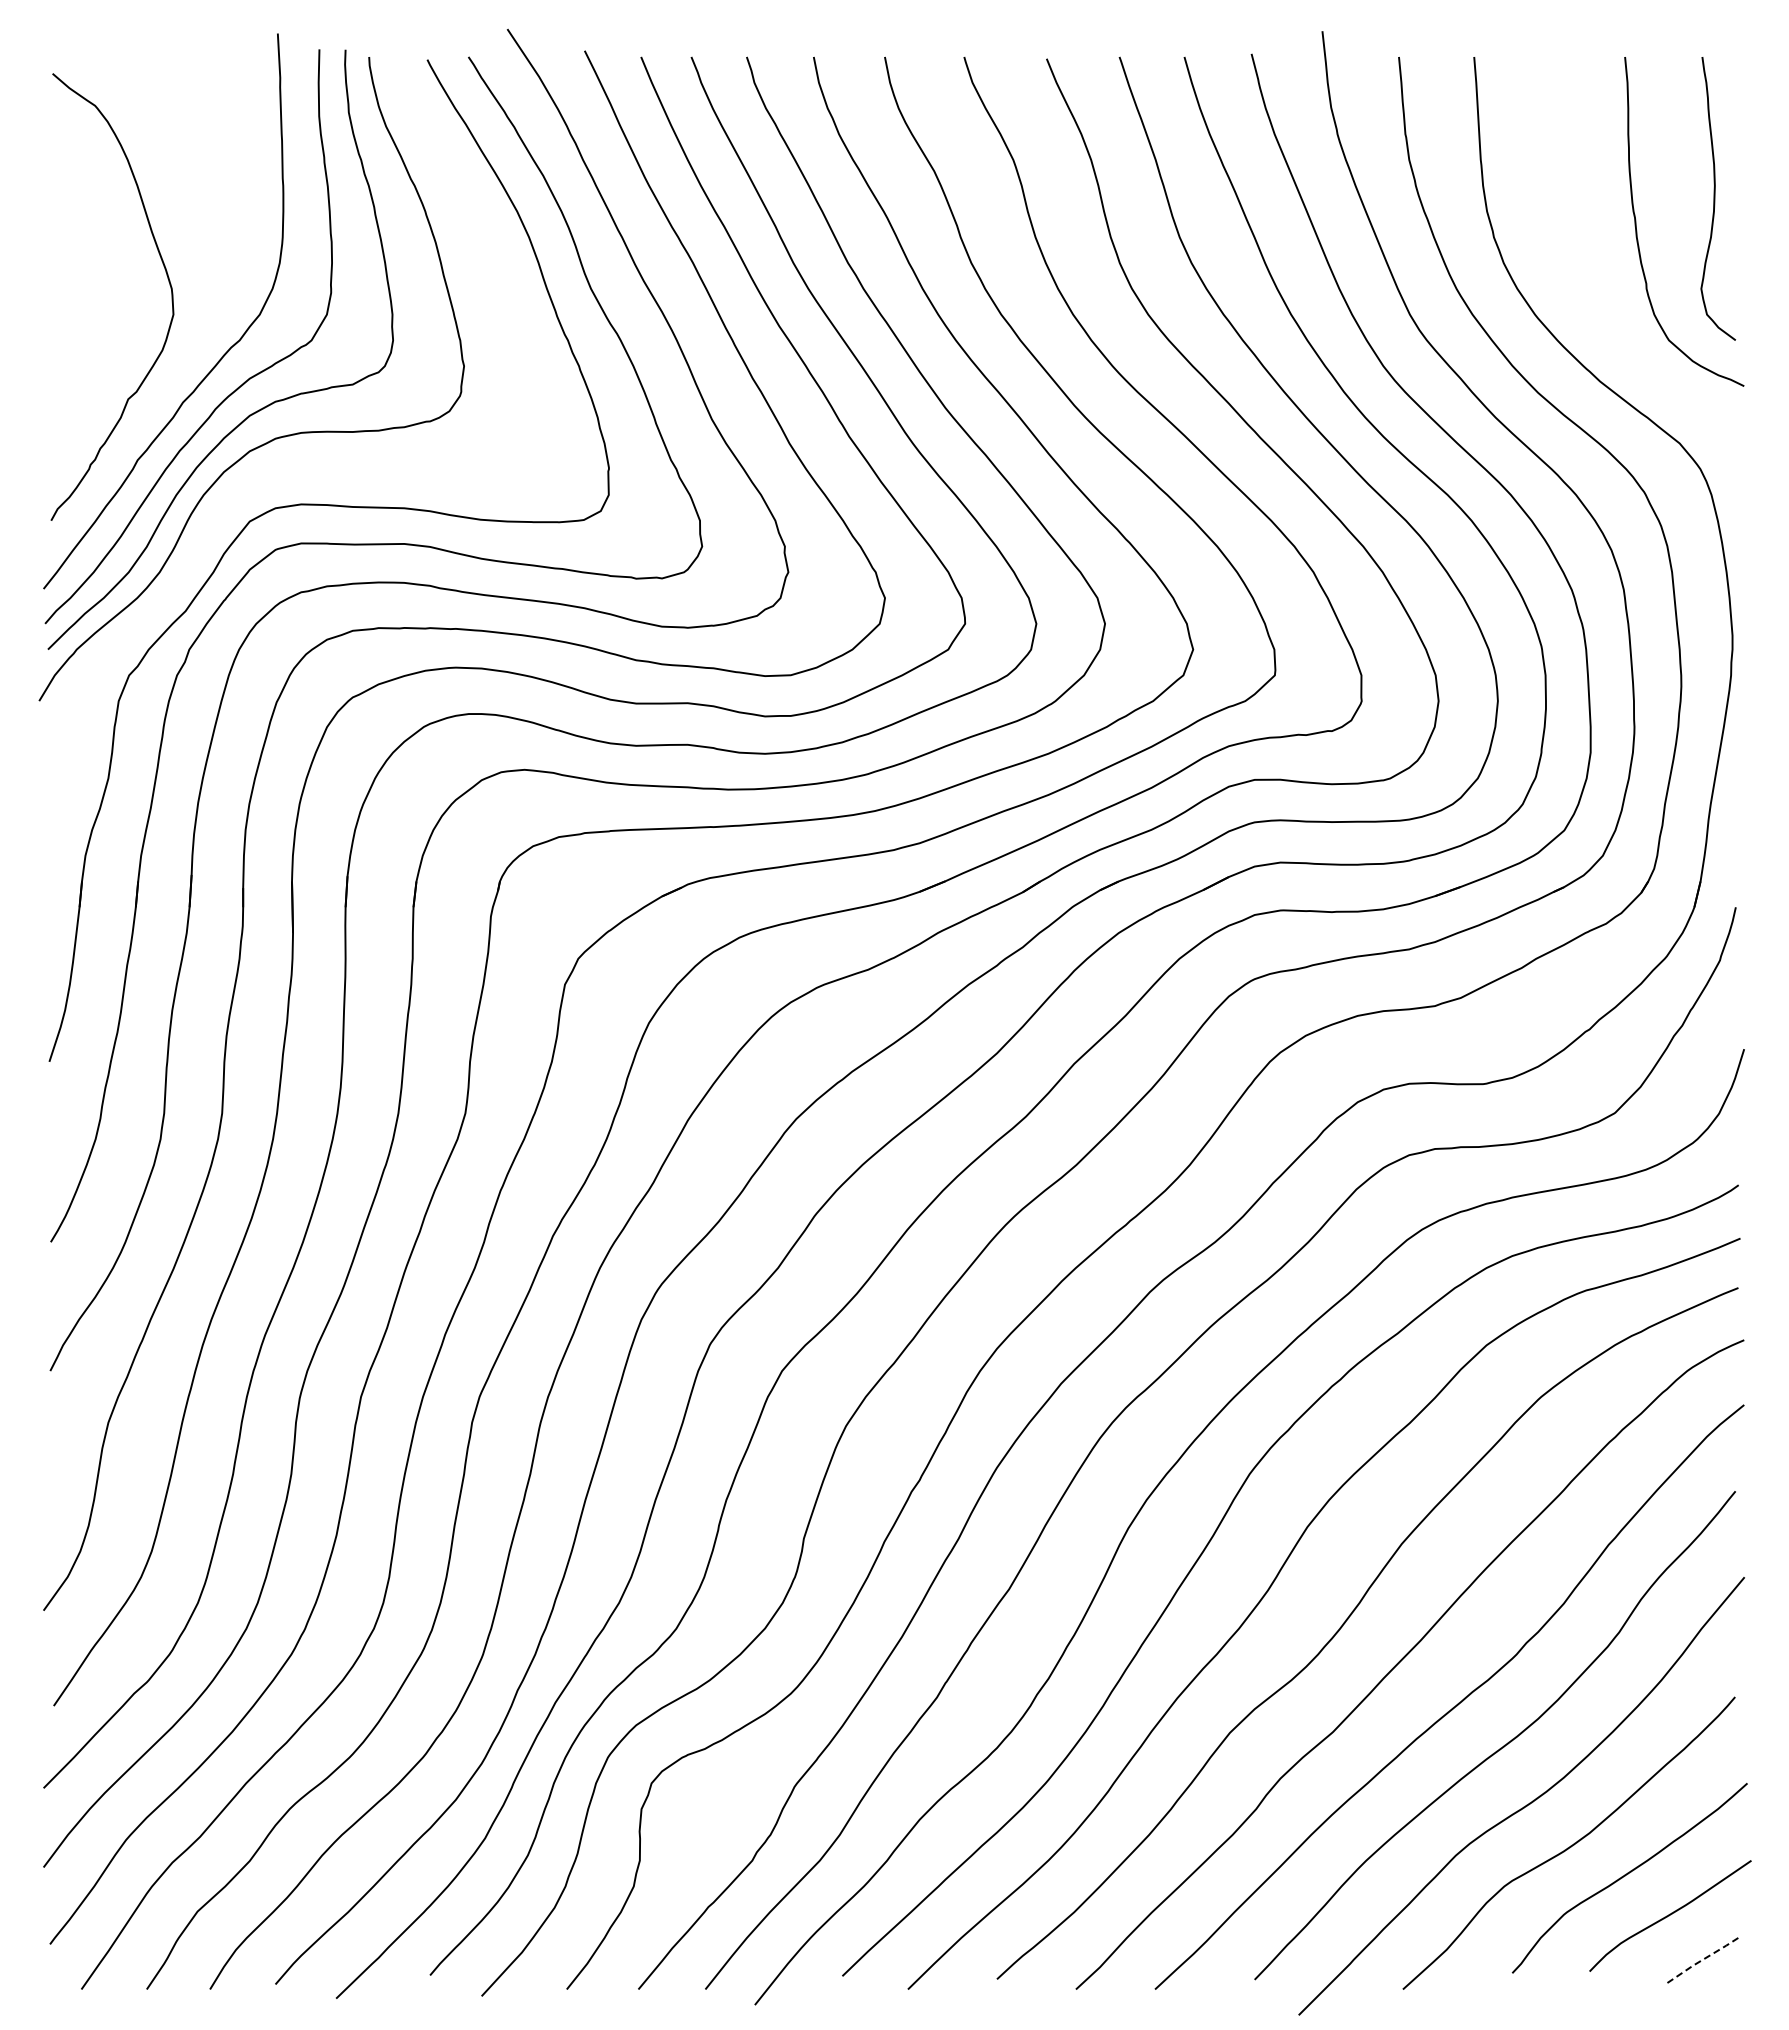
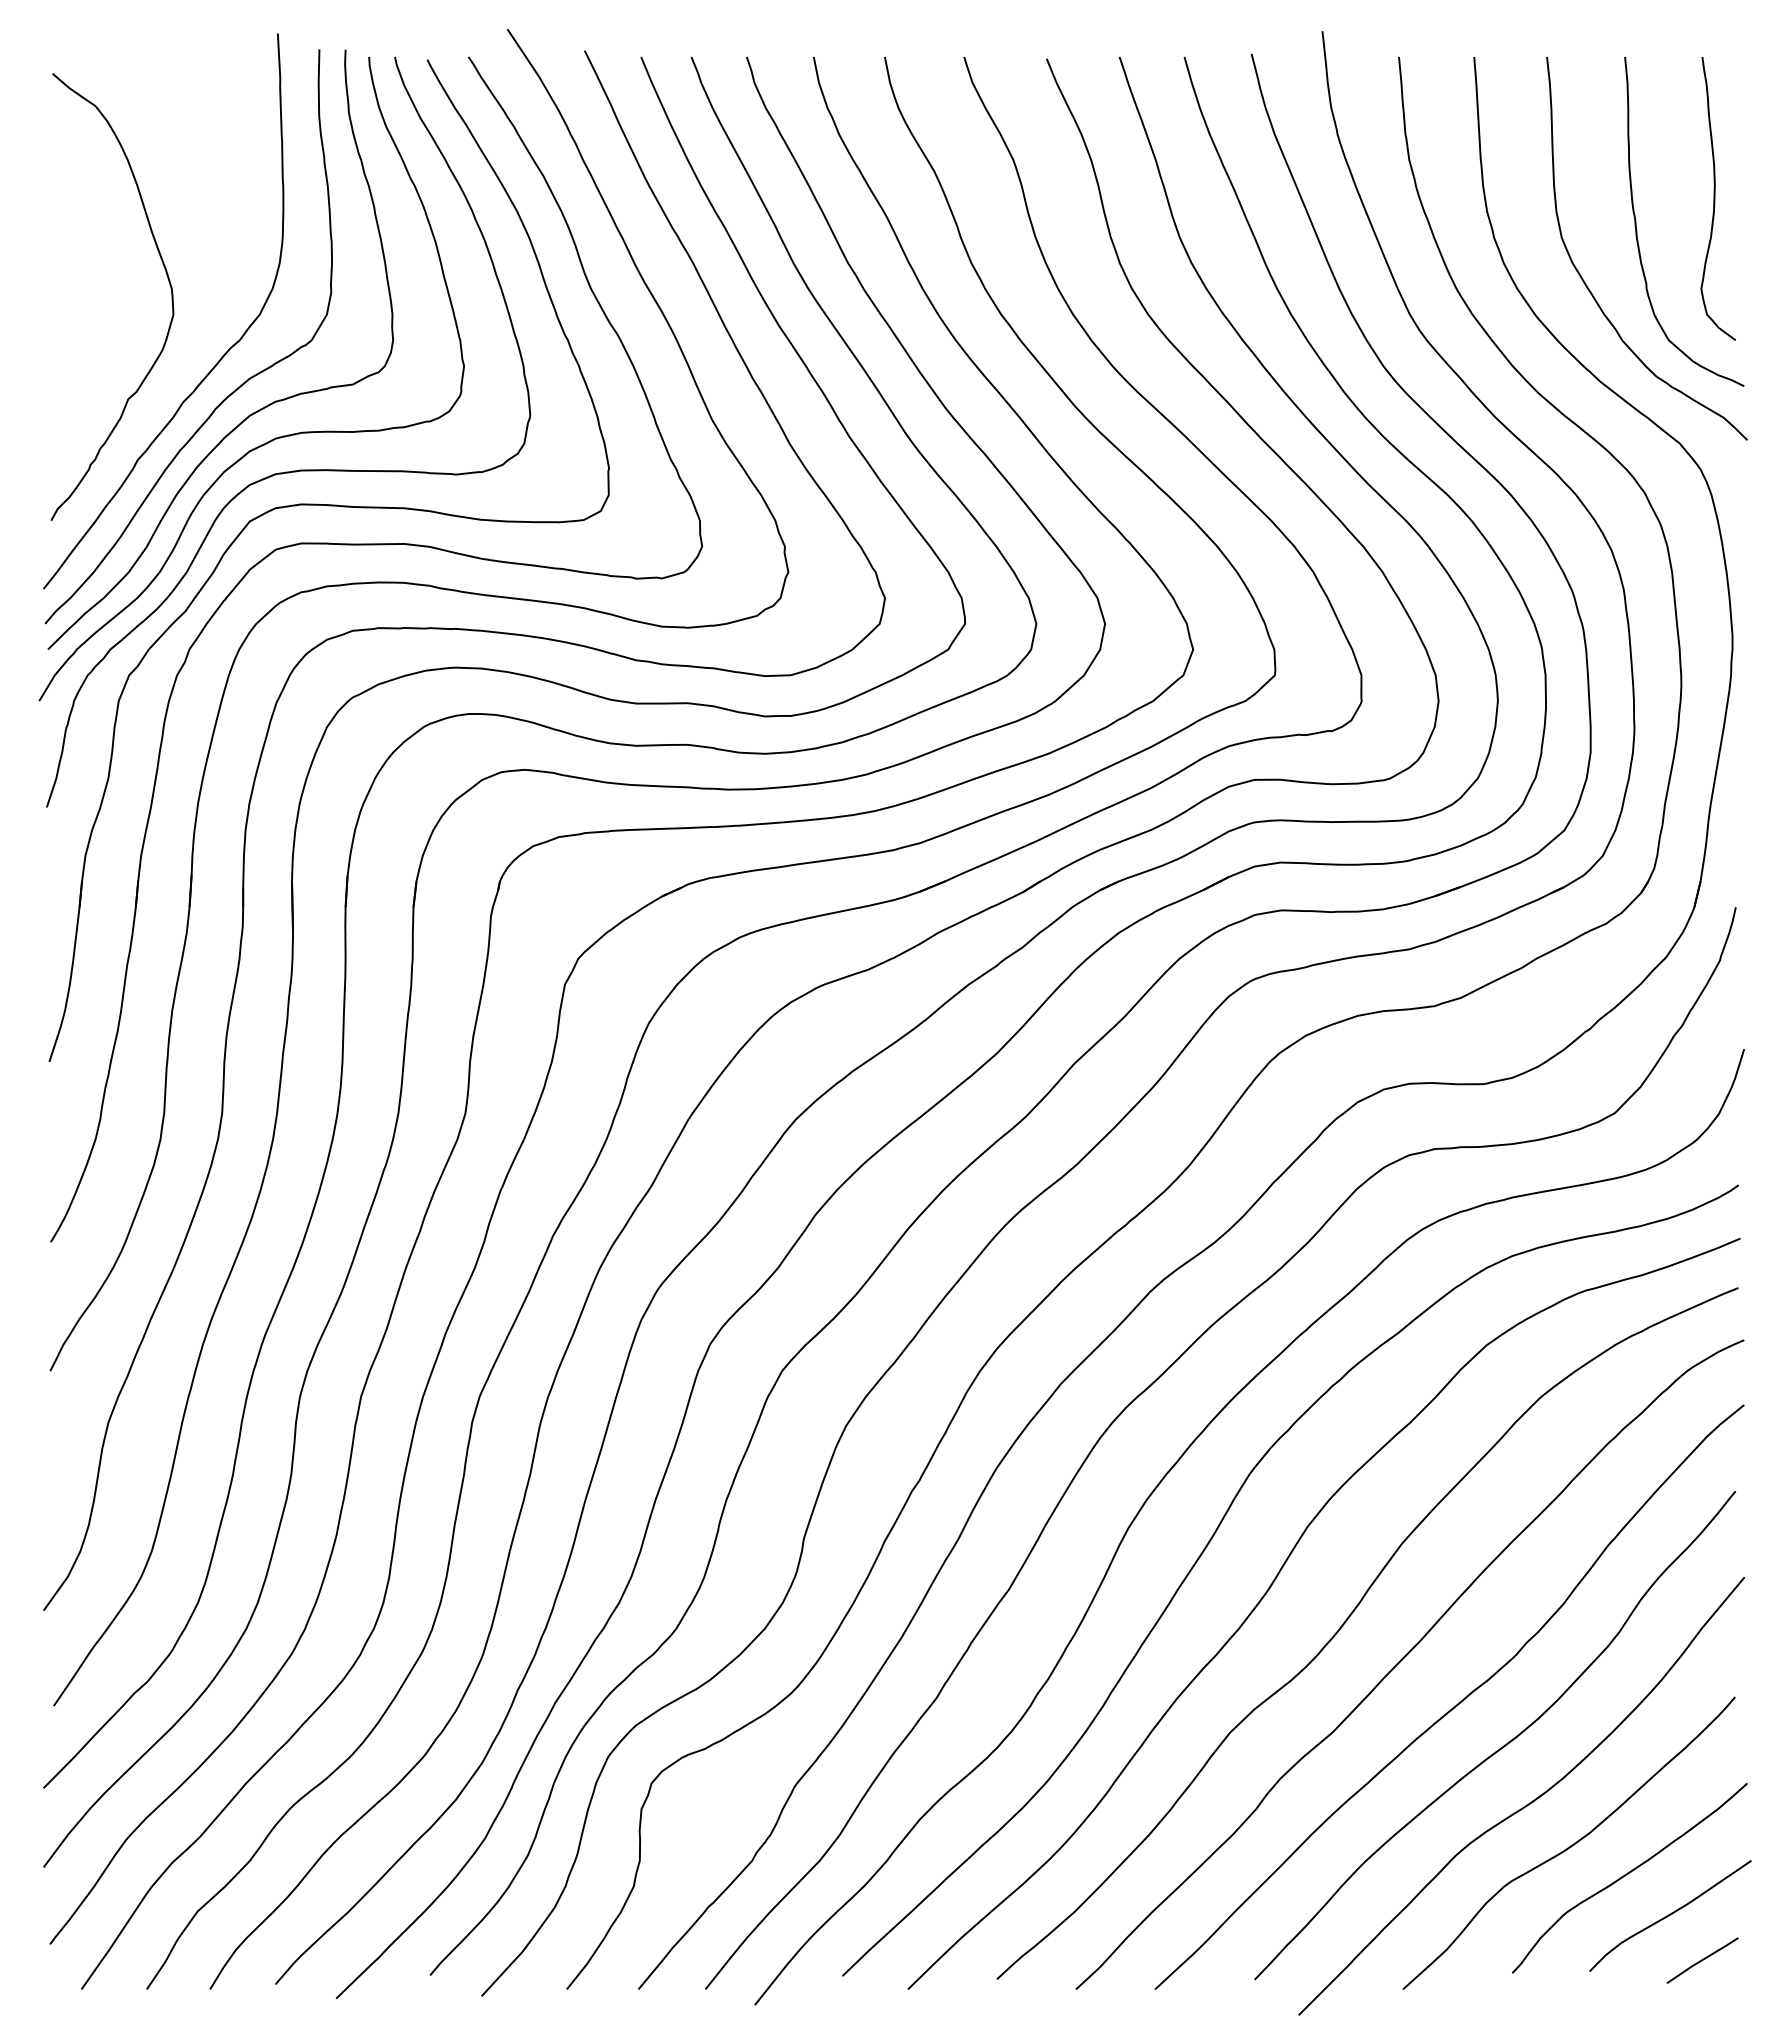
curve at (1587, 285): none -> present
curve at (292, 470): none -> present
line at (1701, 1960): dashed -> solid
